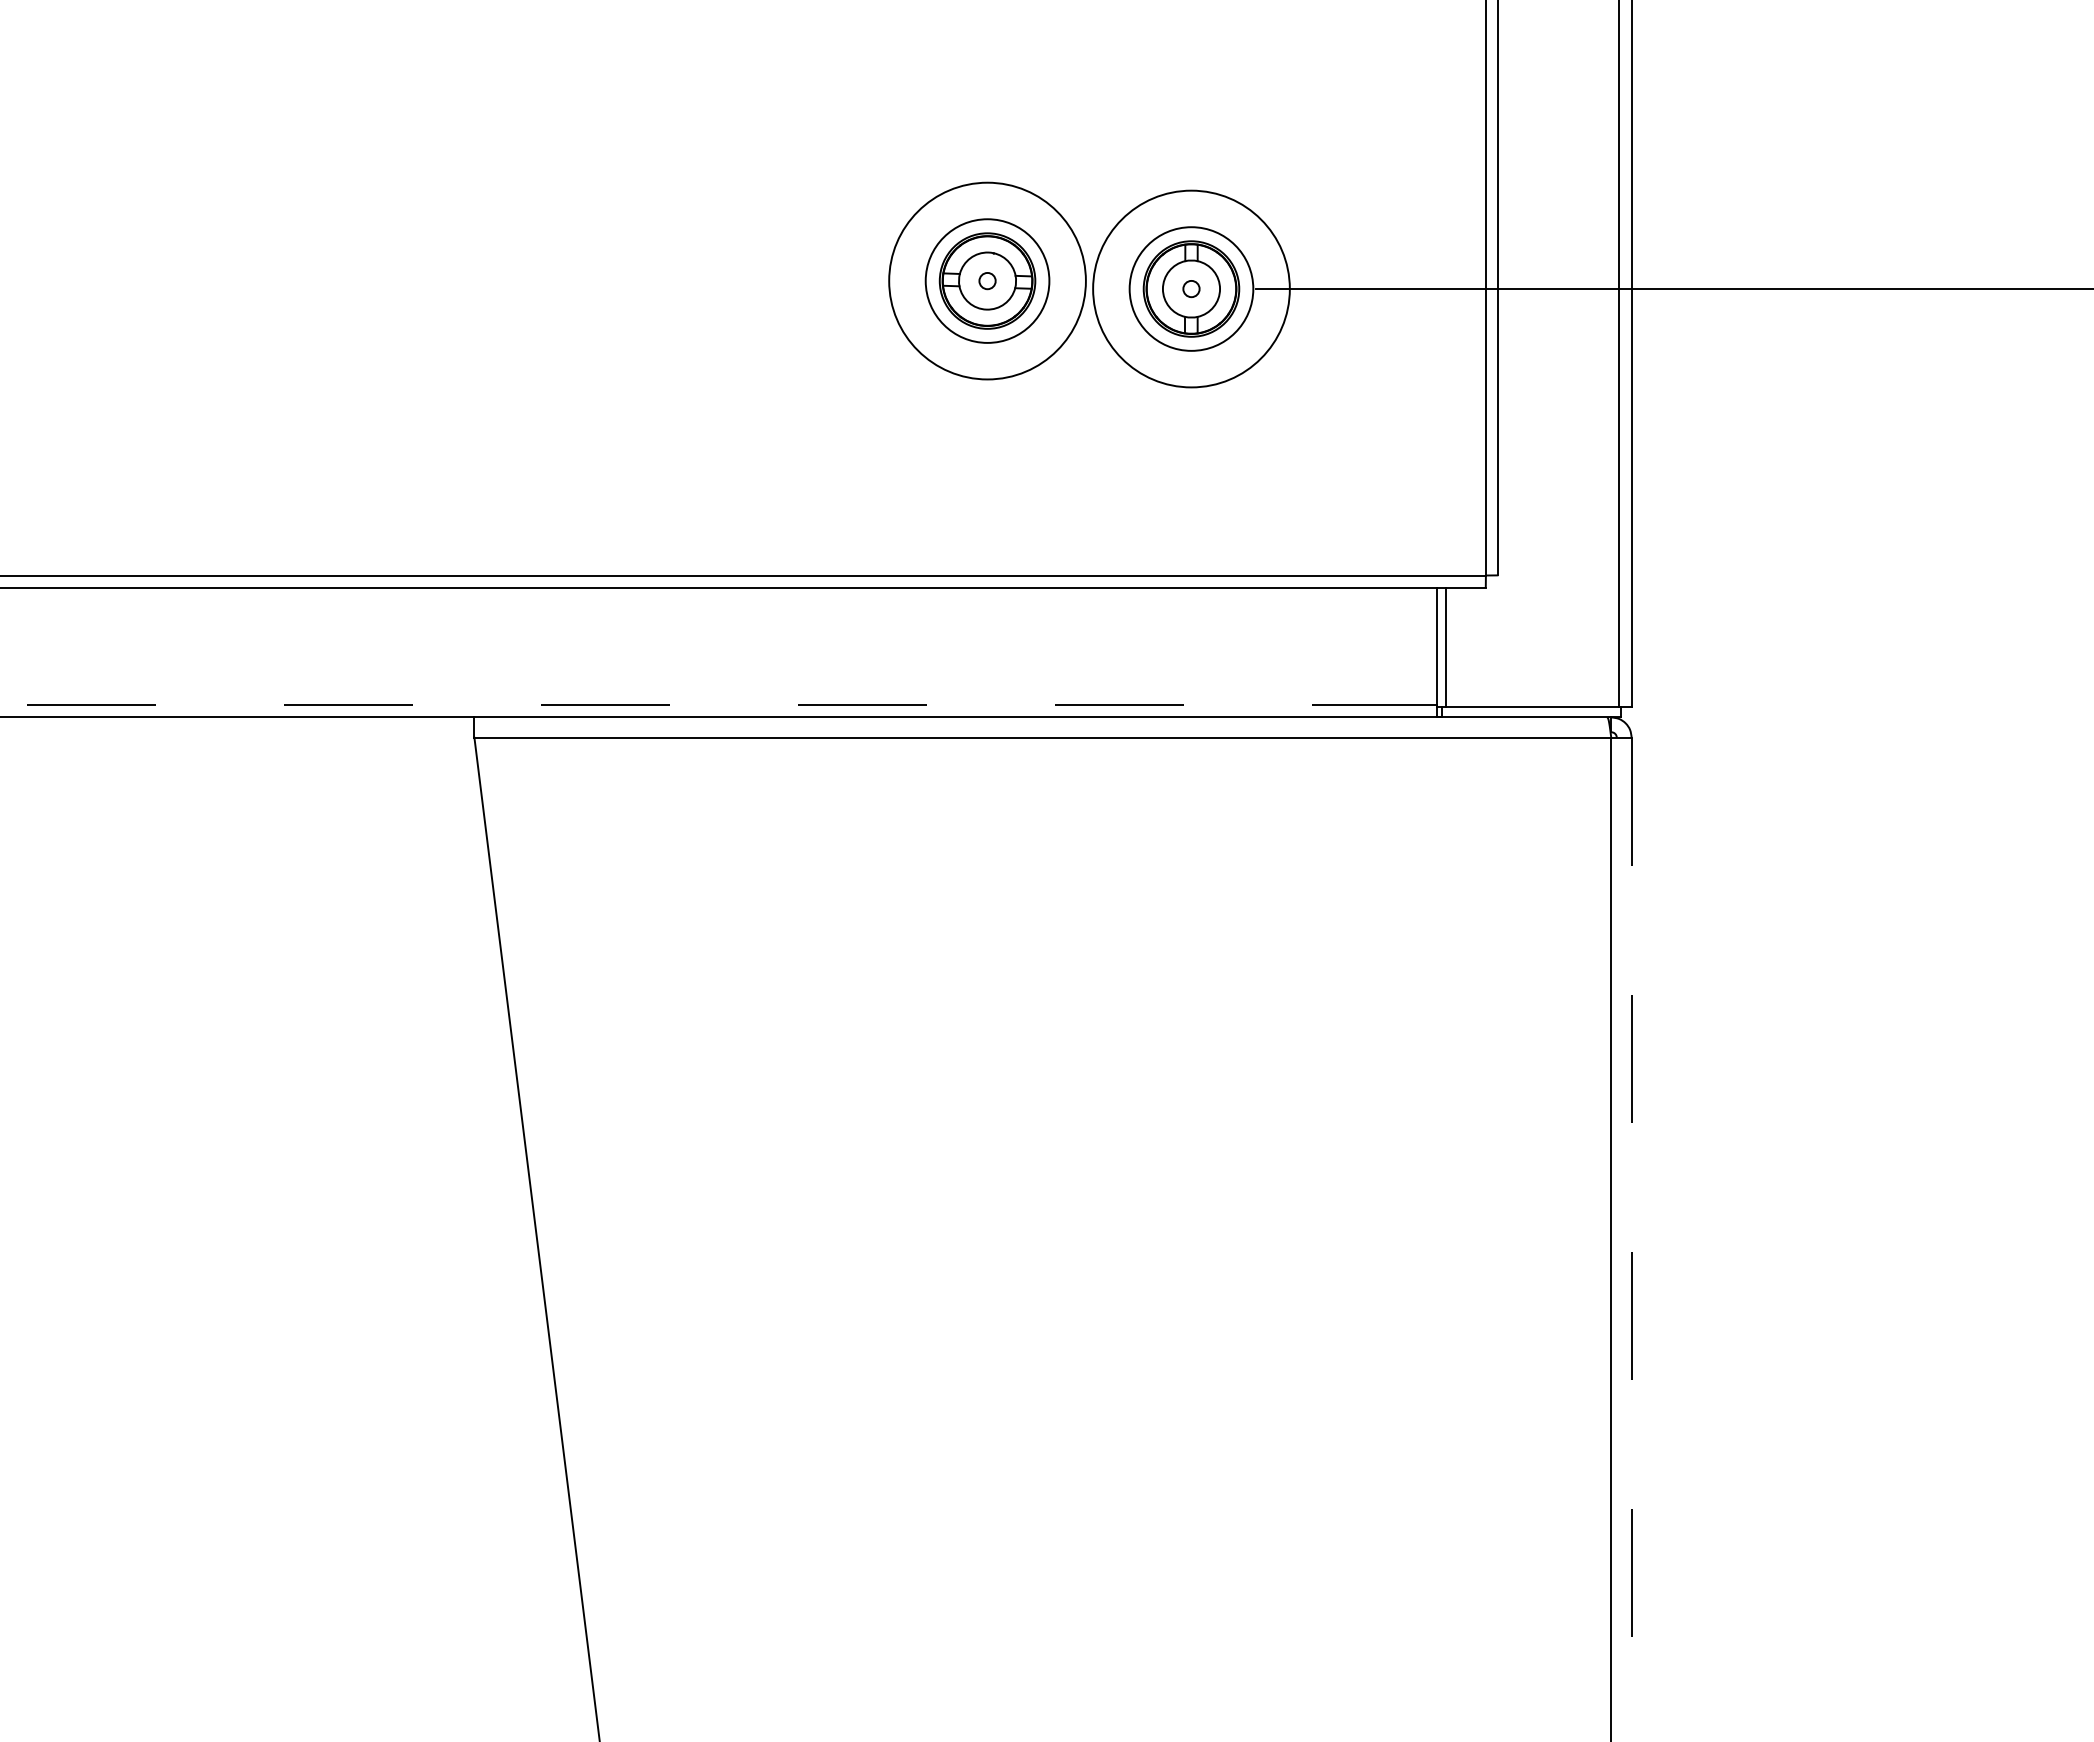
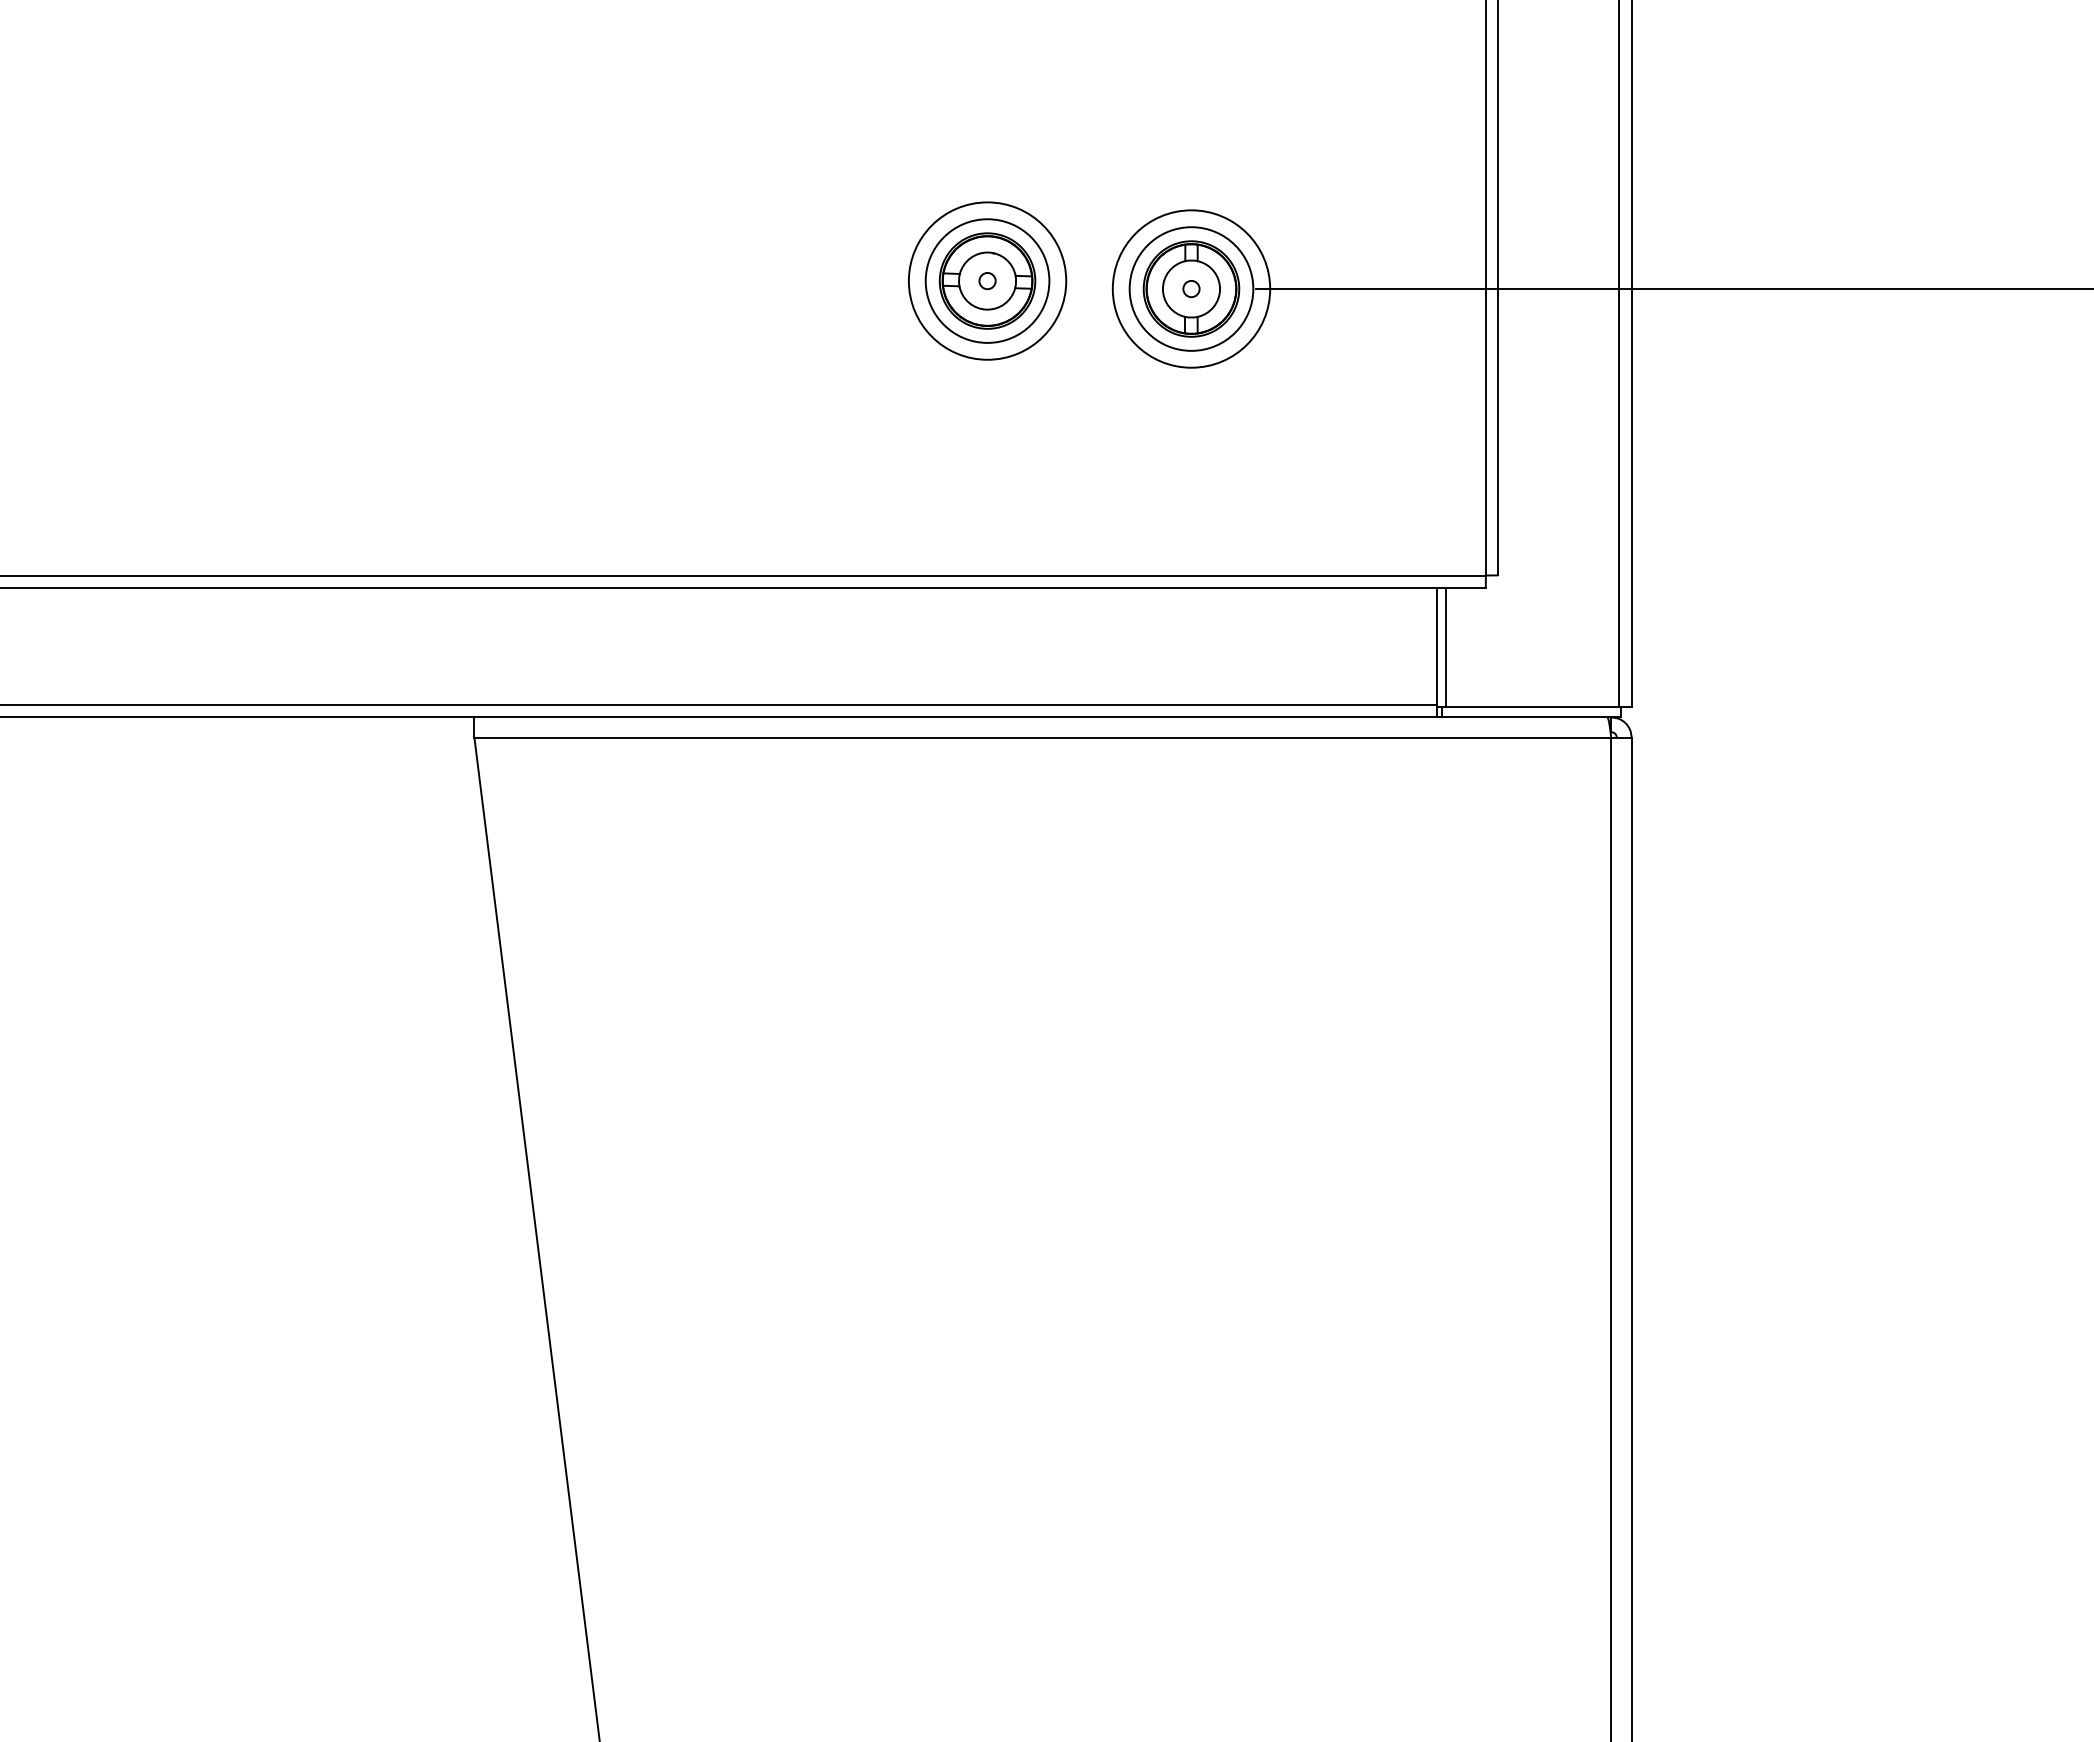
circle at (987, 280) diameter: 197 px -> 157 px
circle at (1191, 288) diameter: 197 px -> 157 px
line at (719, 704): dashed -> solid
line at (1631, 1239): dashed -> solid
